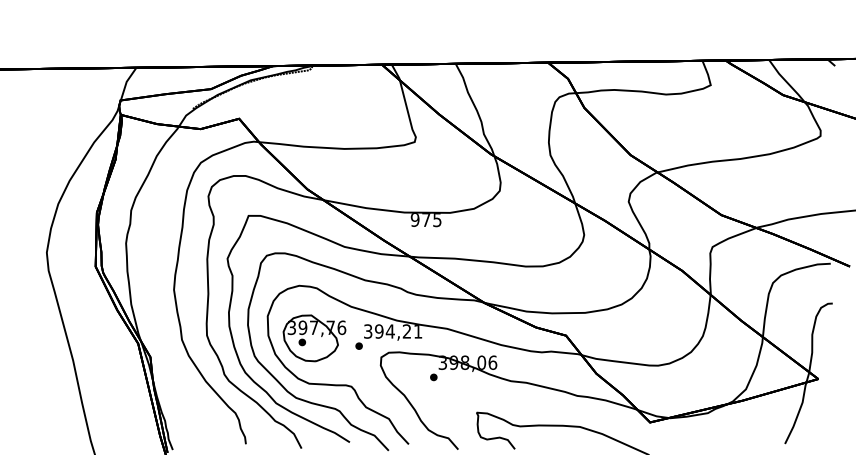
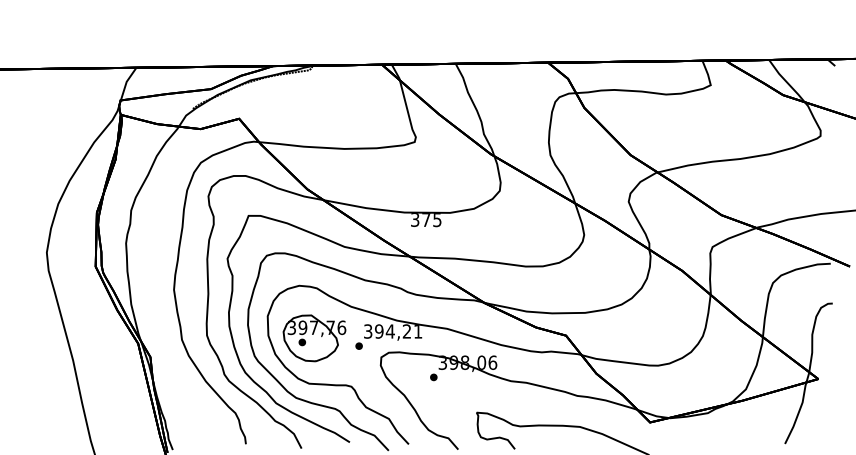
text at (414, 219): 975 -> 375
